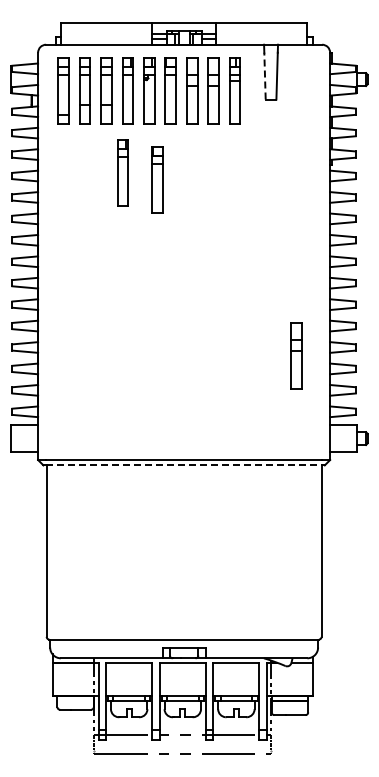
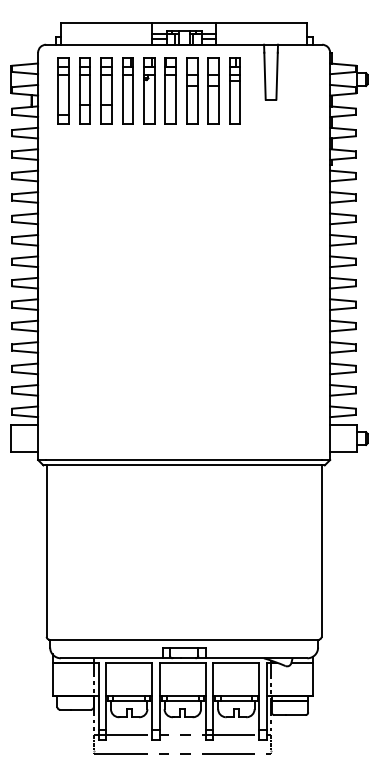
line at (264, 75): dashed -> solid
part at (122, 172): present -> none
part at (157, 179): present -> none
part at (296, 355): present -> none
line at (184, 465): dashed -> solid
